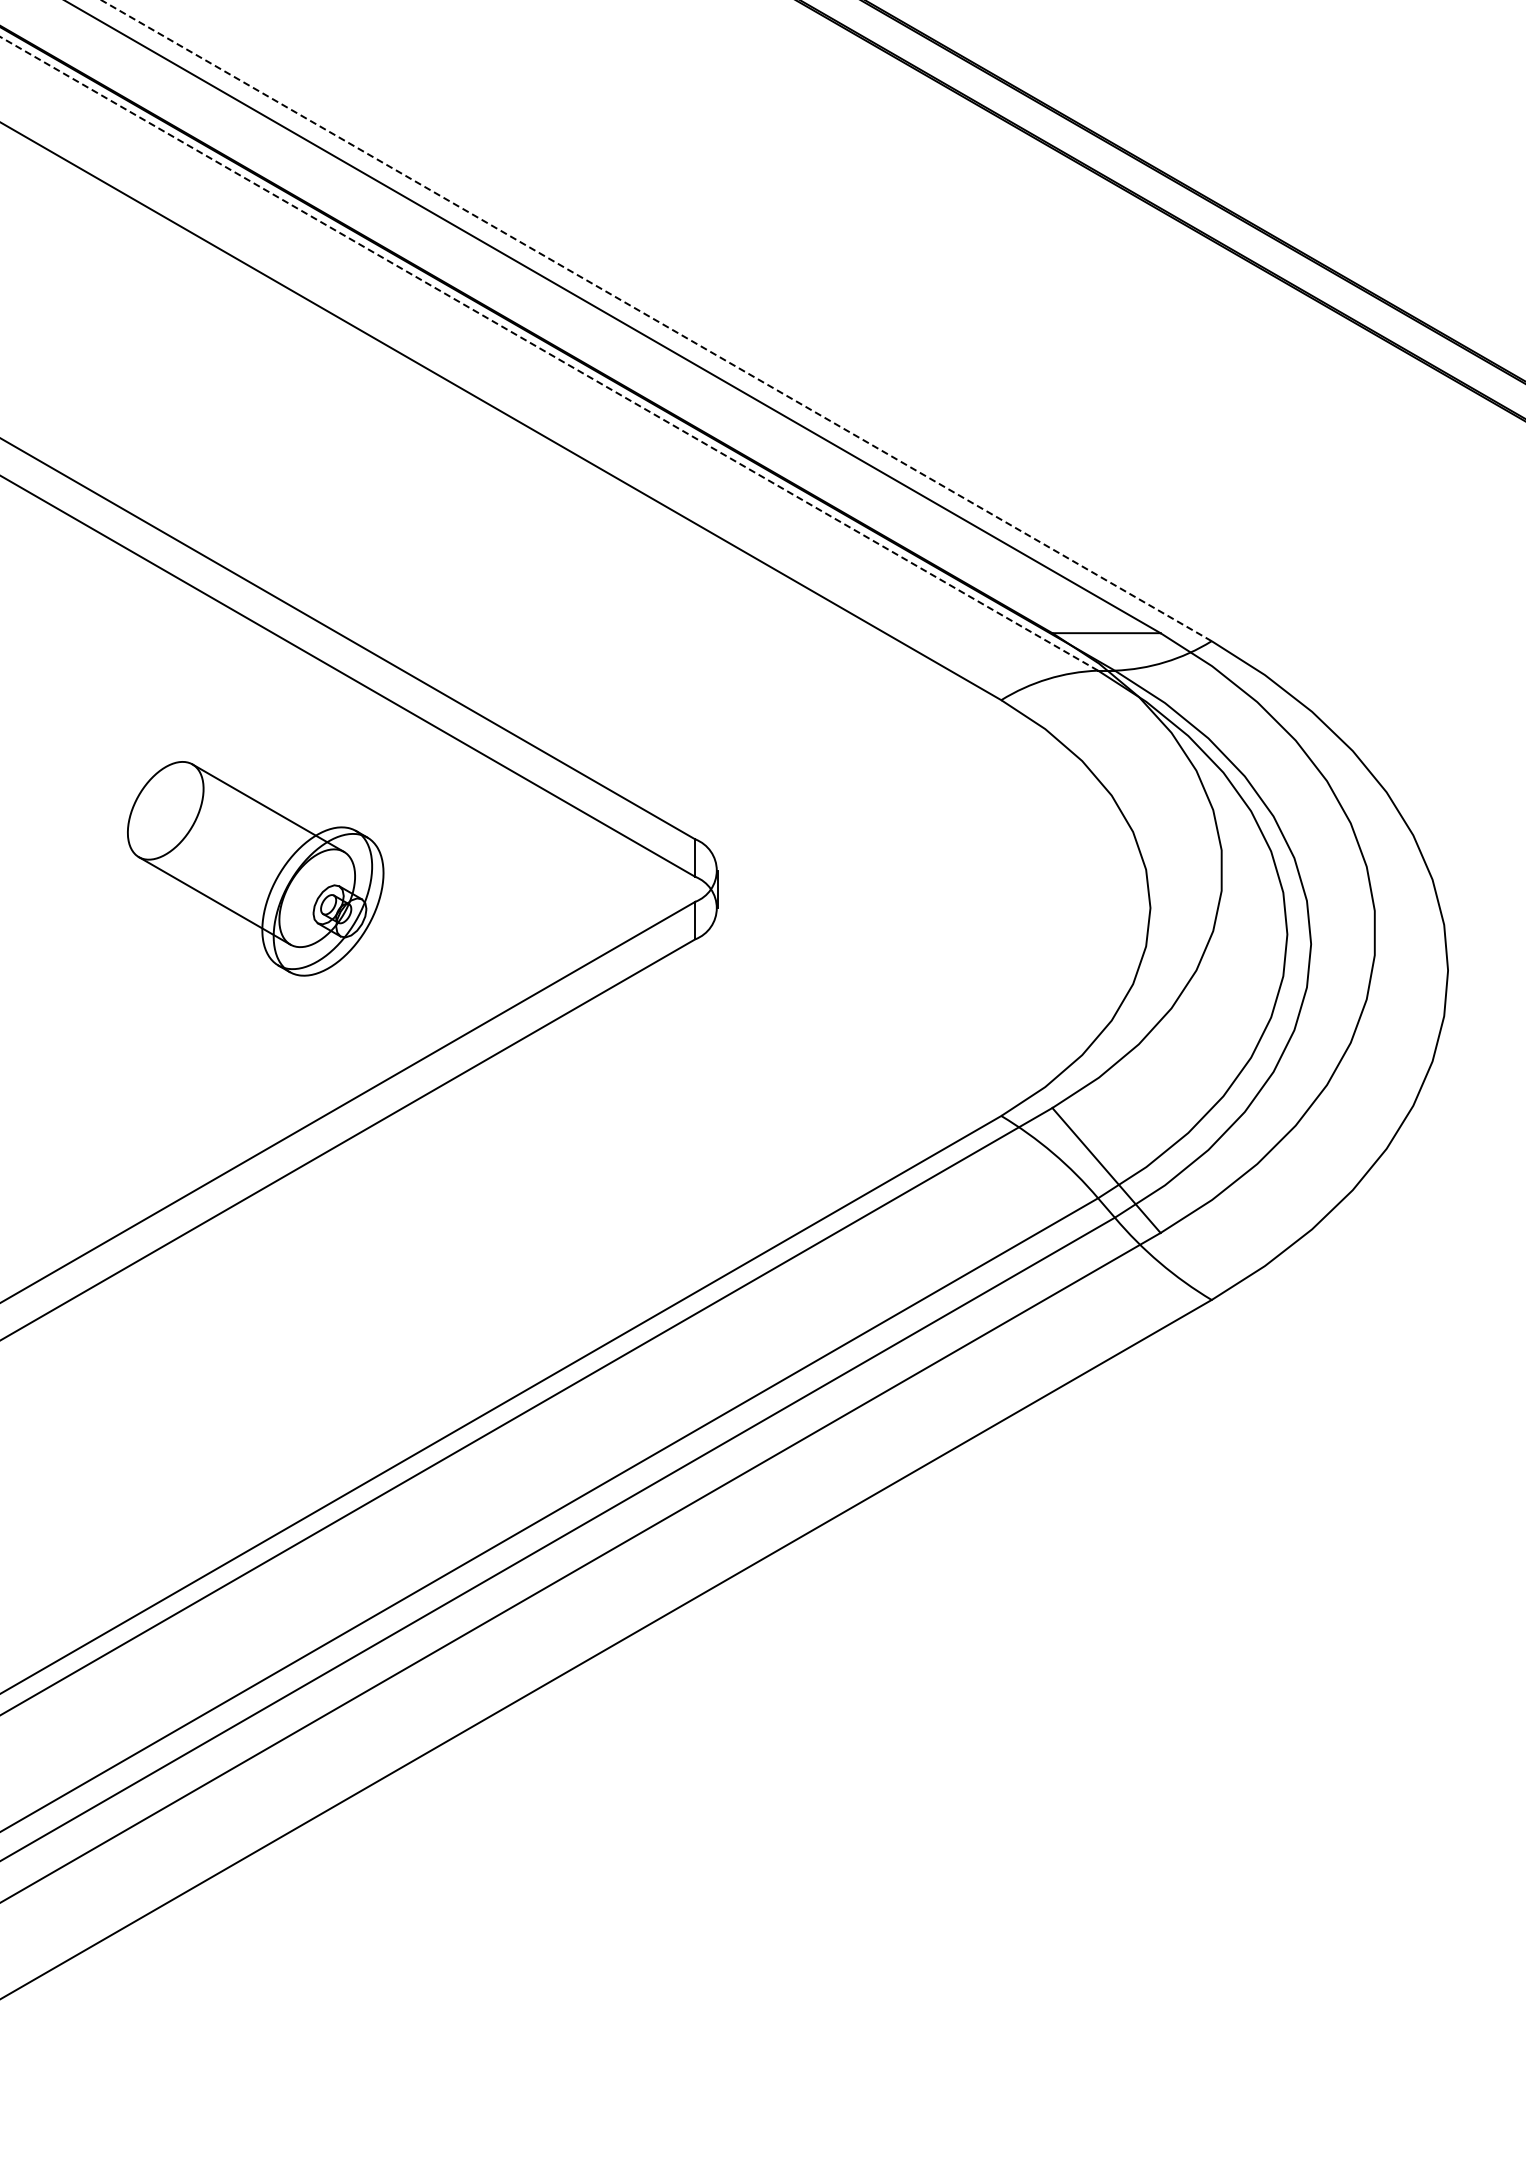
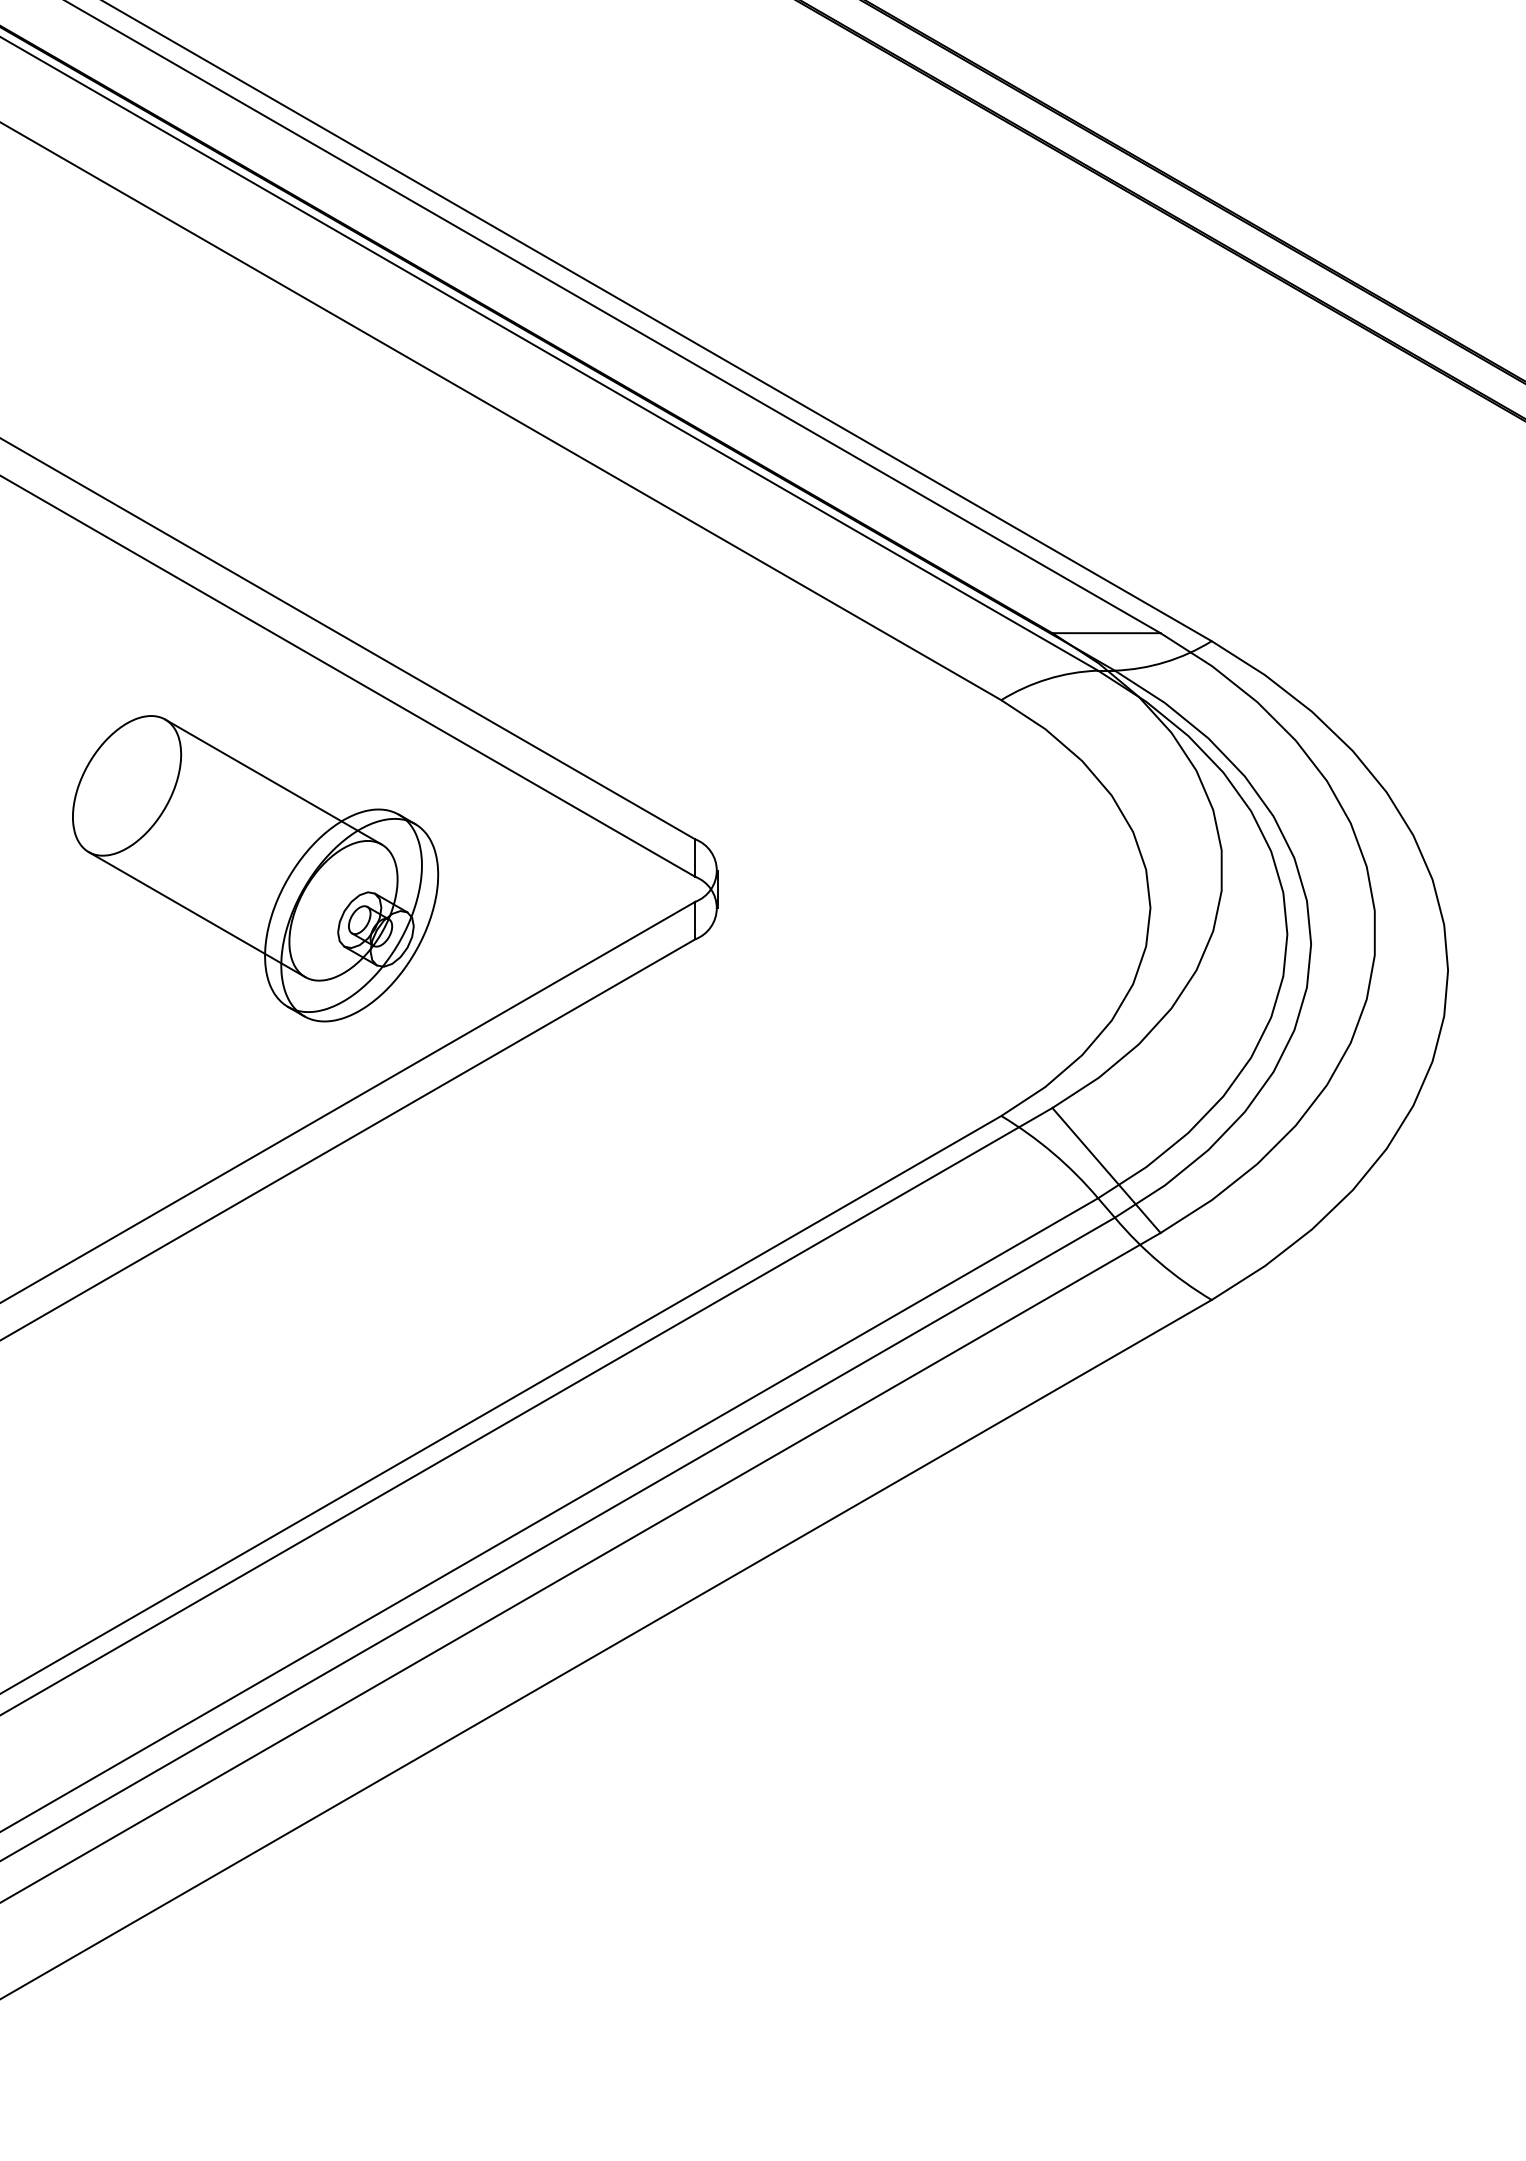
line at (656, 320): dashed -> solid
line at (549, 353): dashed -> solid
part at (255, 868) size: 258x216 px -> 368x308 px
